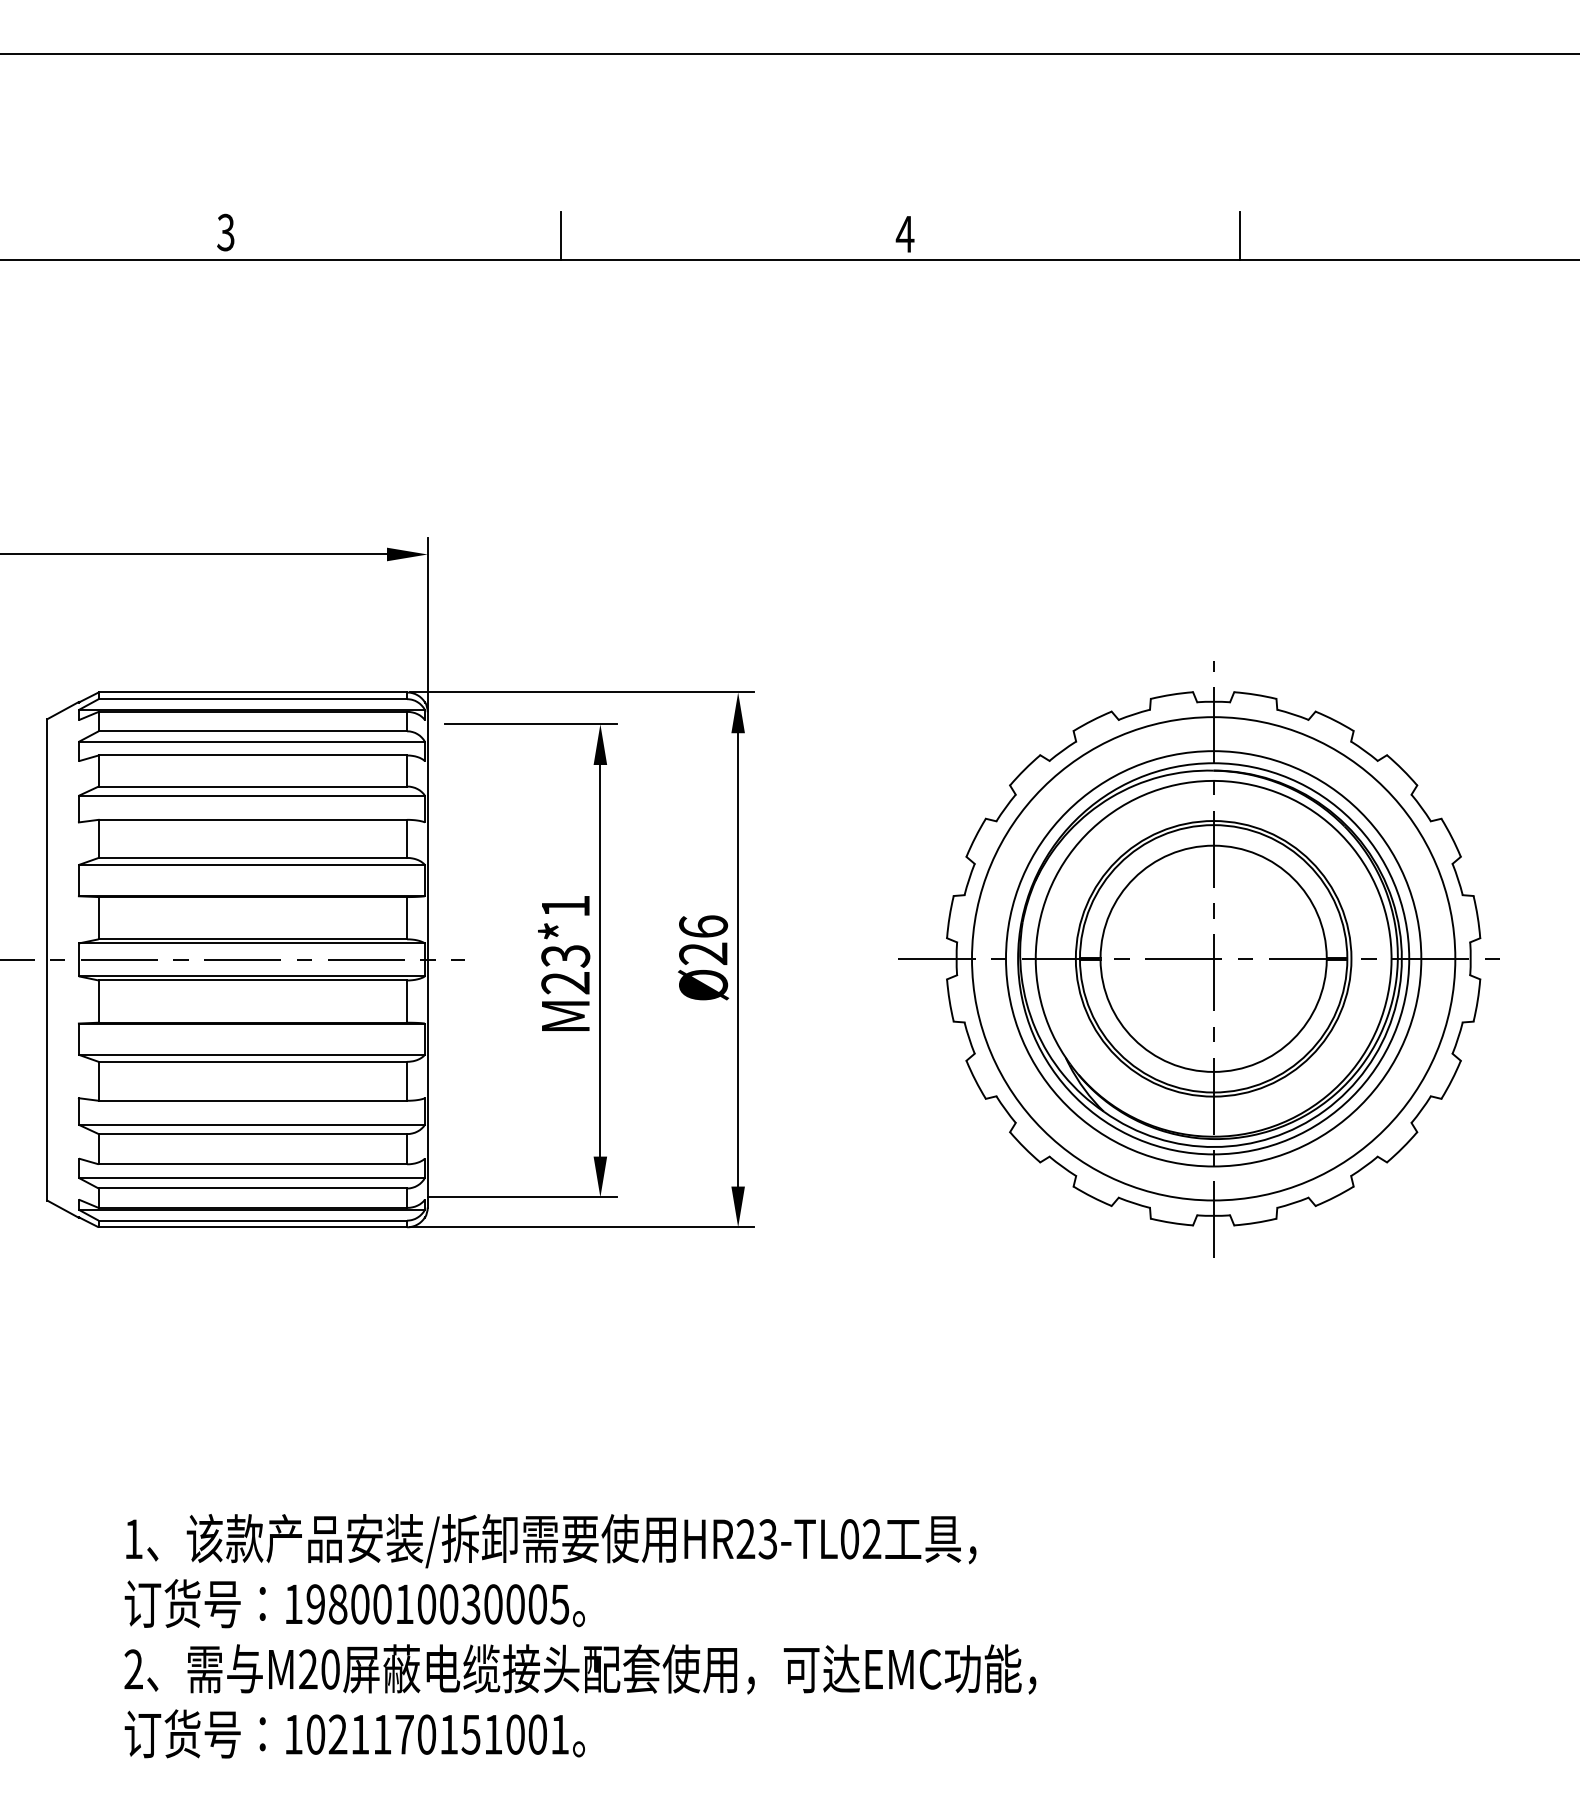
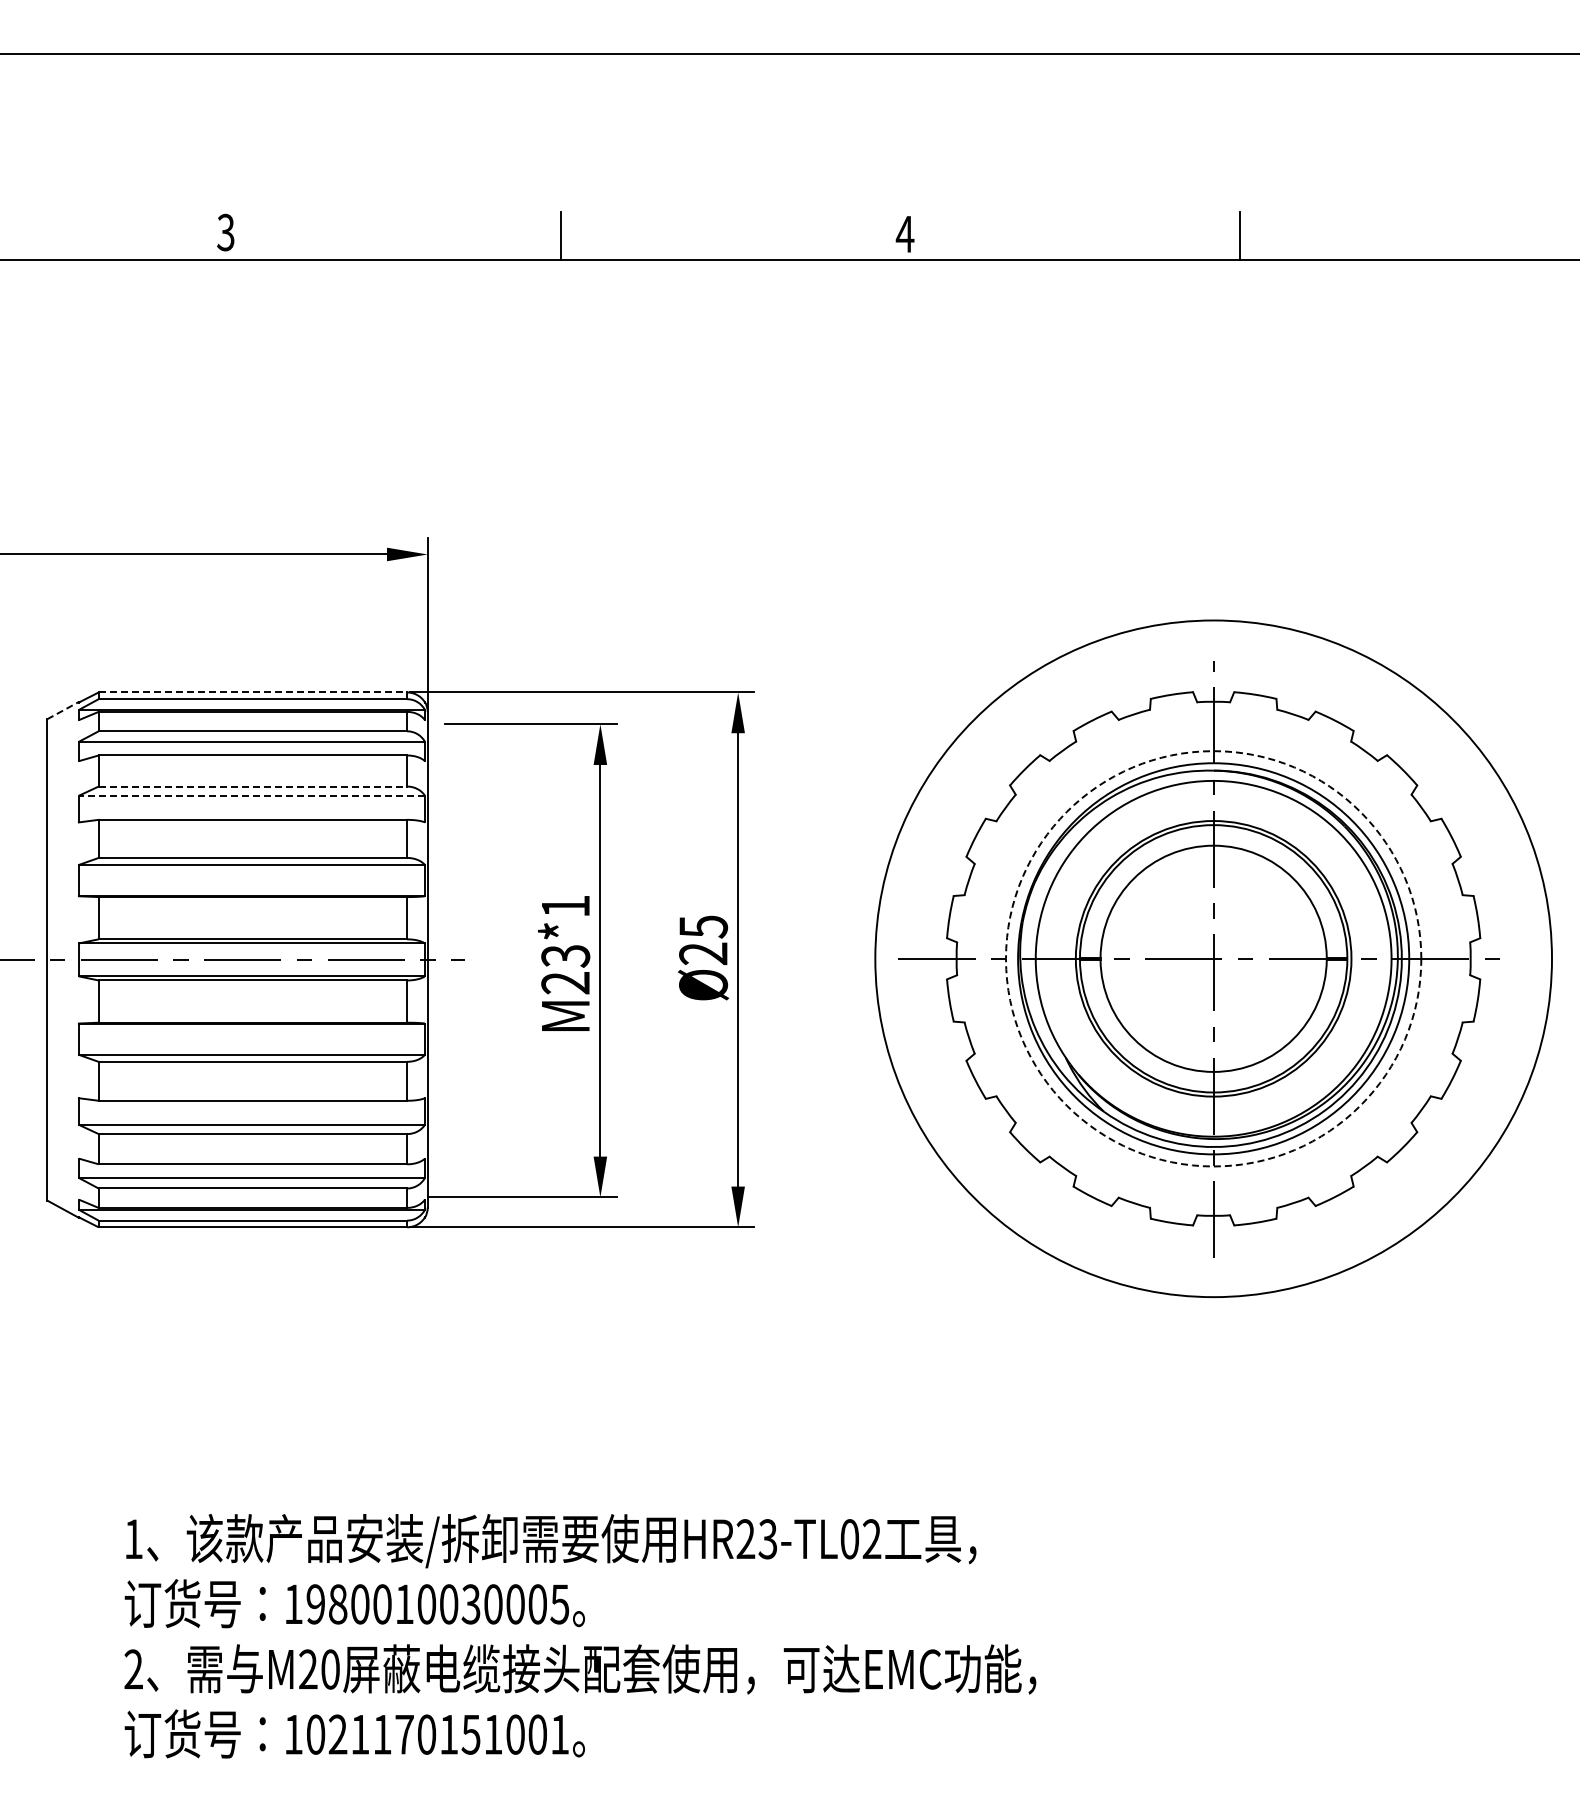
line at (253, 692): solid -> dashed
line at (63, 710): solid -> dashed
line at (253, 786): solid -> dashed
line at (251, 795): solid -> dashed
text at (703, 926): Ø26 -> Ø25
circle at (1213, 958) diameter: 483 px -> 677 px
circle at (1213, 958): solid -> dashed
